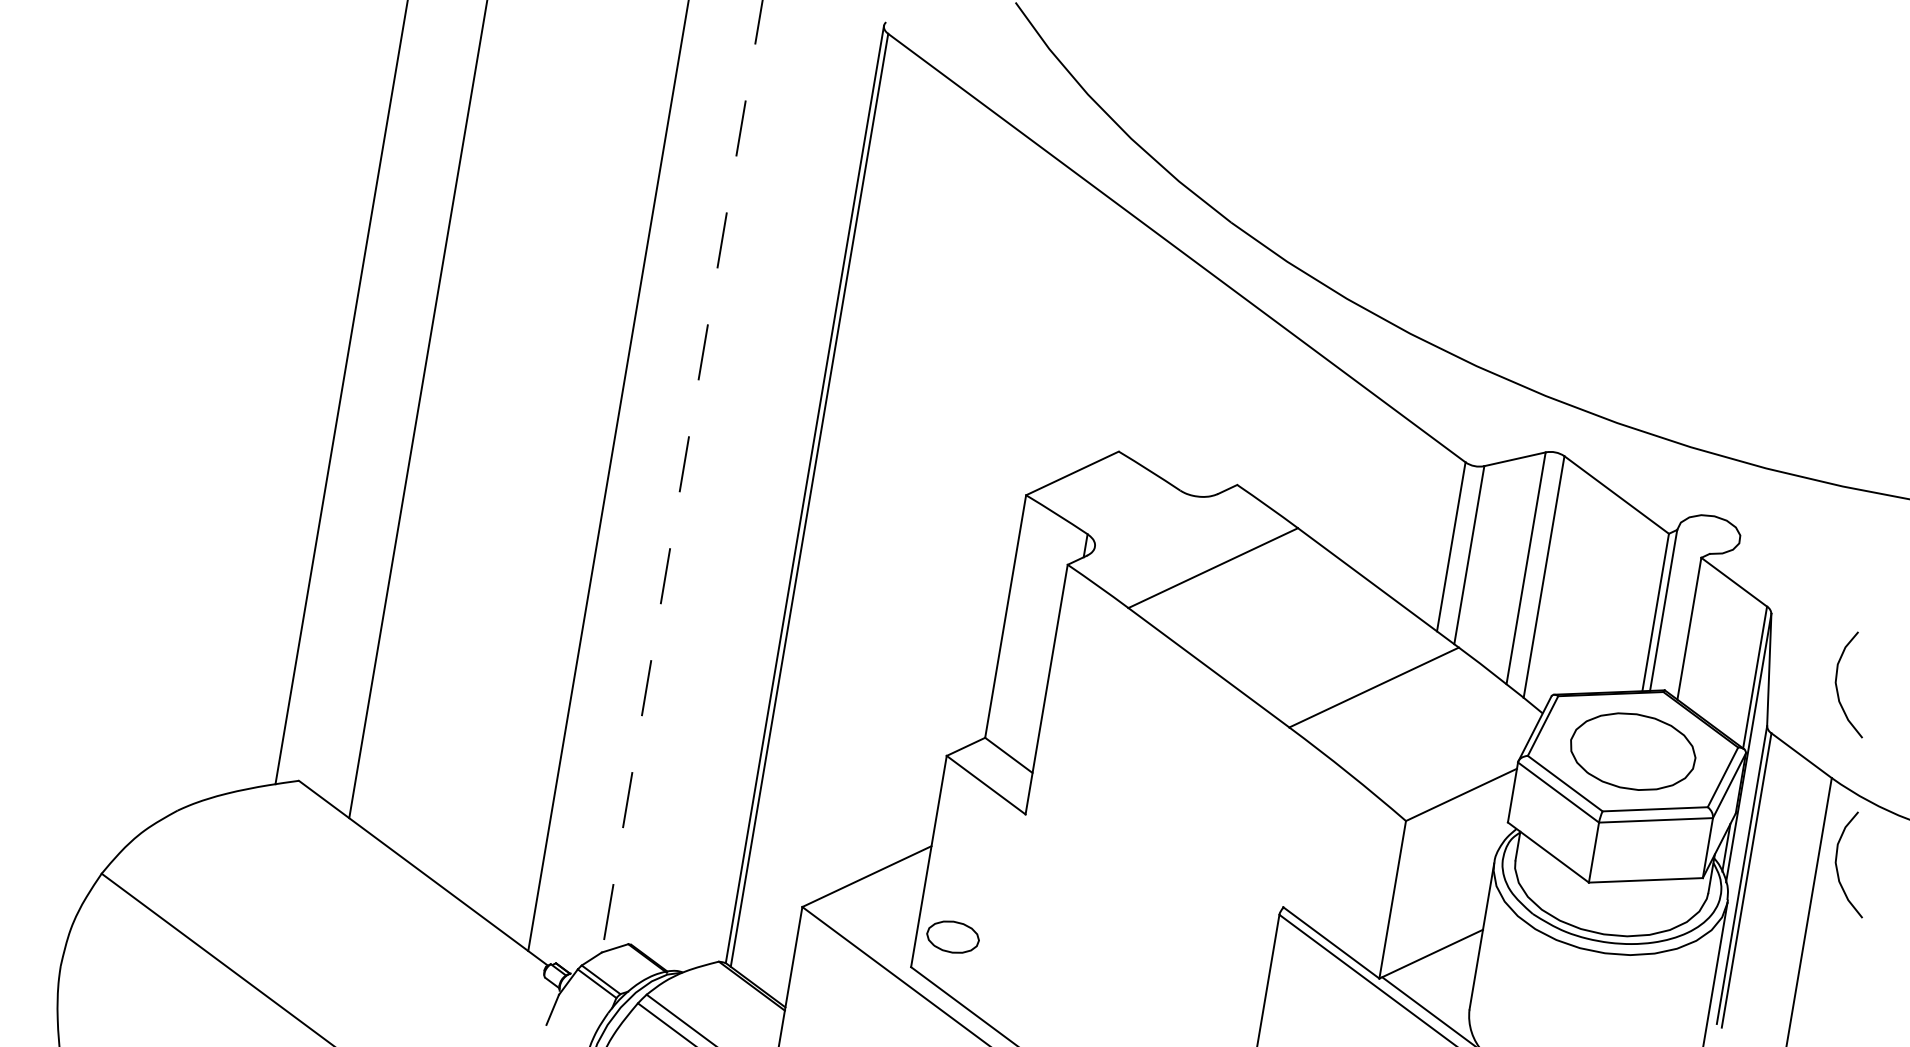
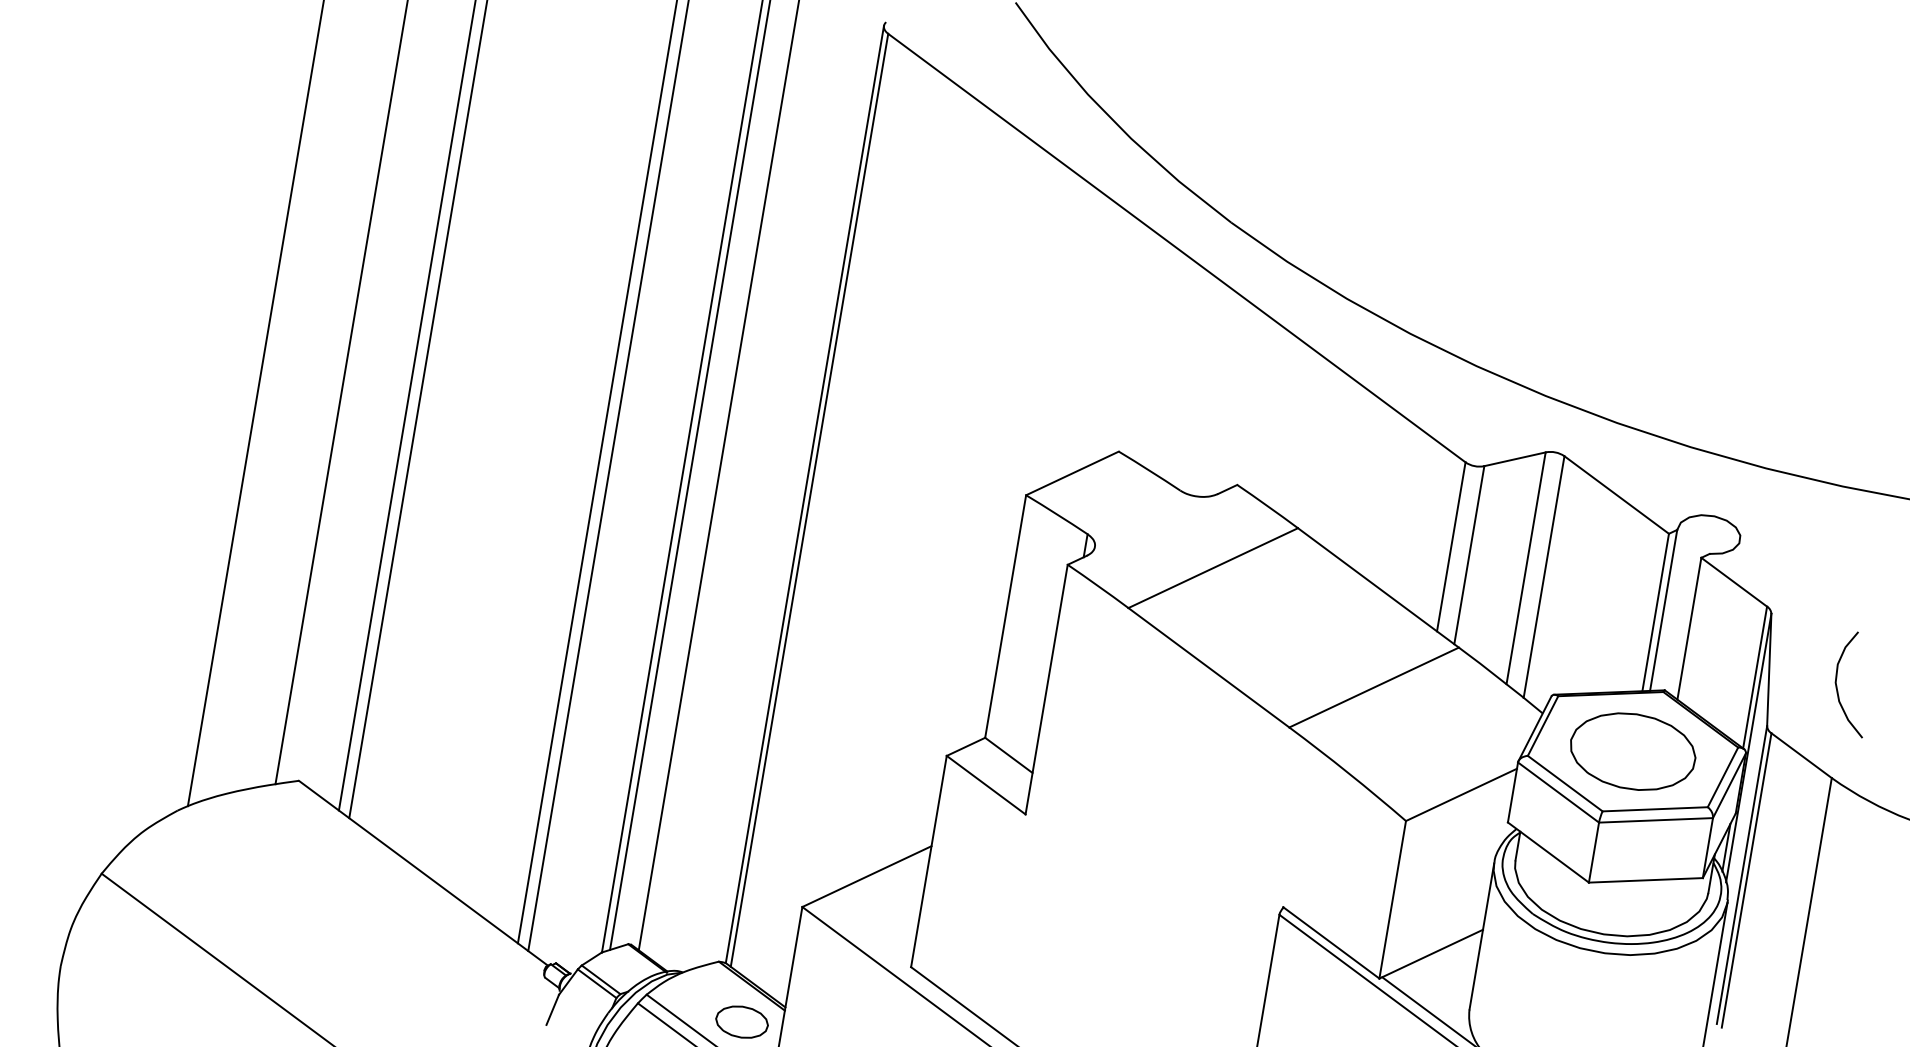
line at (255, 404): none -> present
line at (406, 406): none -> present
line at (596, 472): none -> present
line at (689, 475): none -> present
line at (682, 476): dashed -> solid
line at (718, 476): none -> present
curve at (1837, 865): present -> none
part at (952, 936) position: (952, 936) -> (741, 1021)
